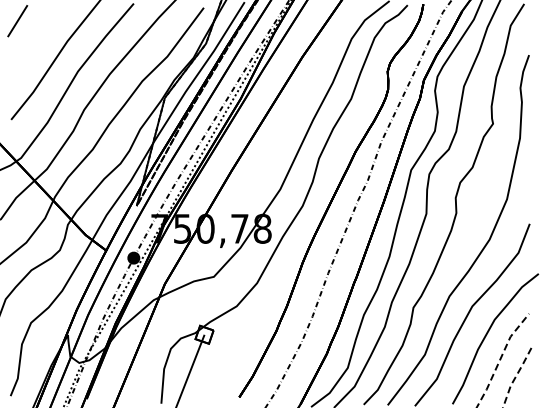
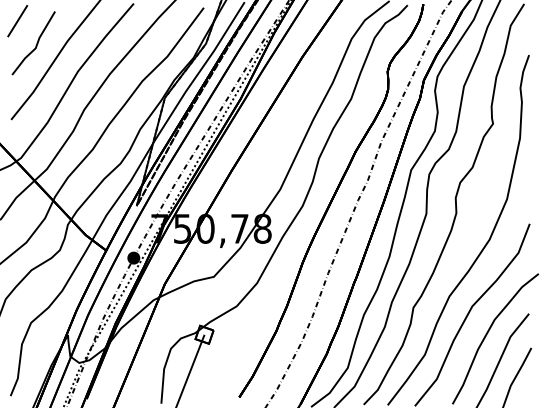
line at (35, 45): none -> present
line at (500, 359): dashed -> solid
line at (515, 377): dashed -> solid
